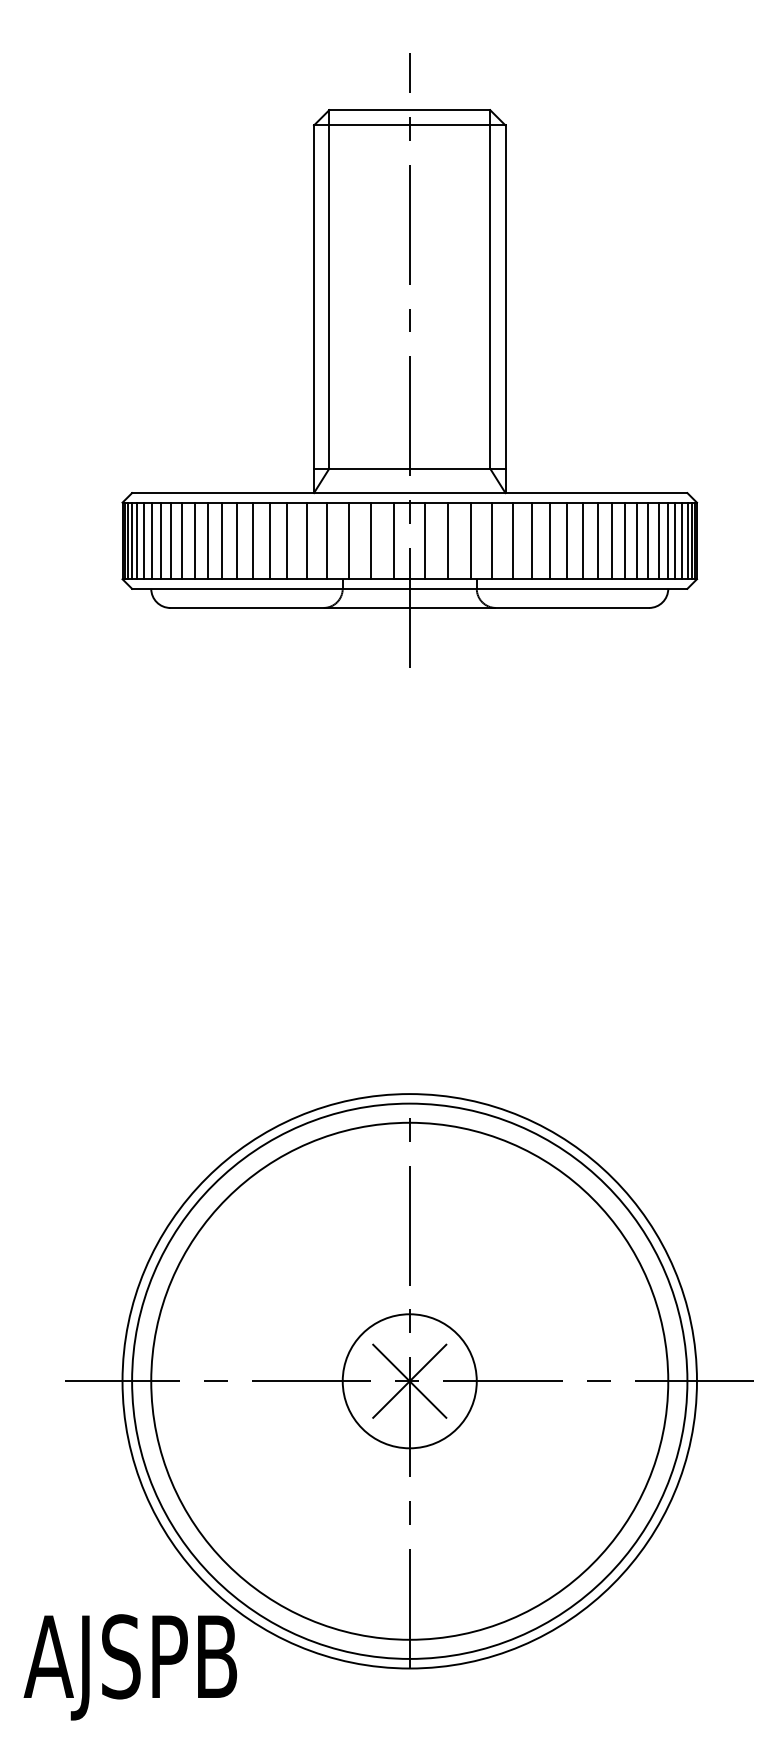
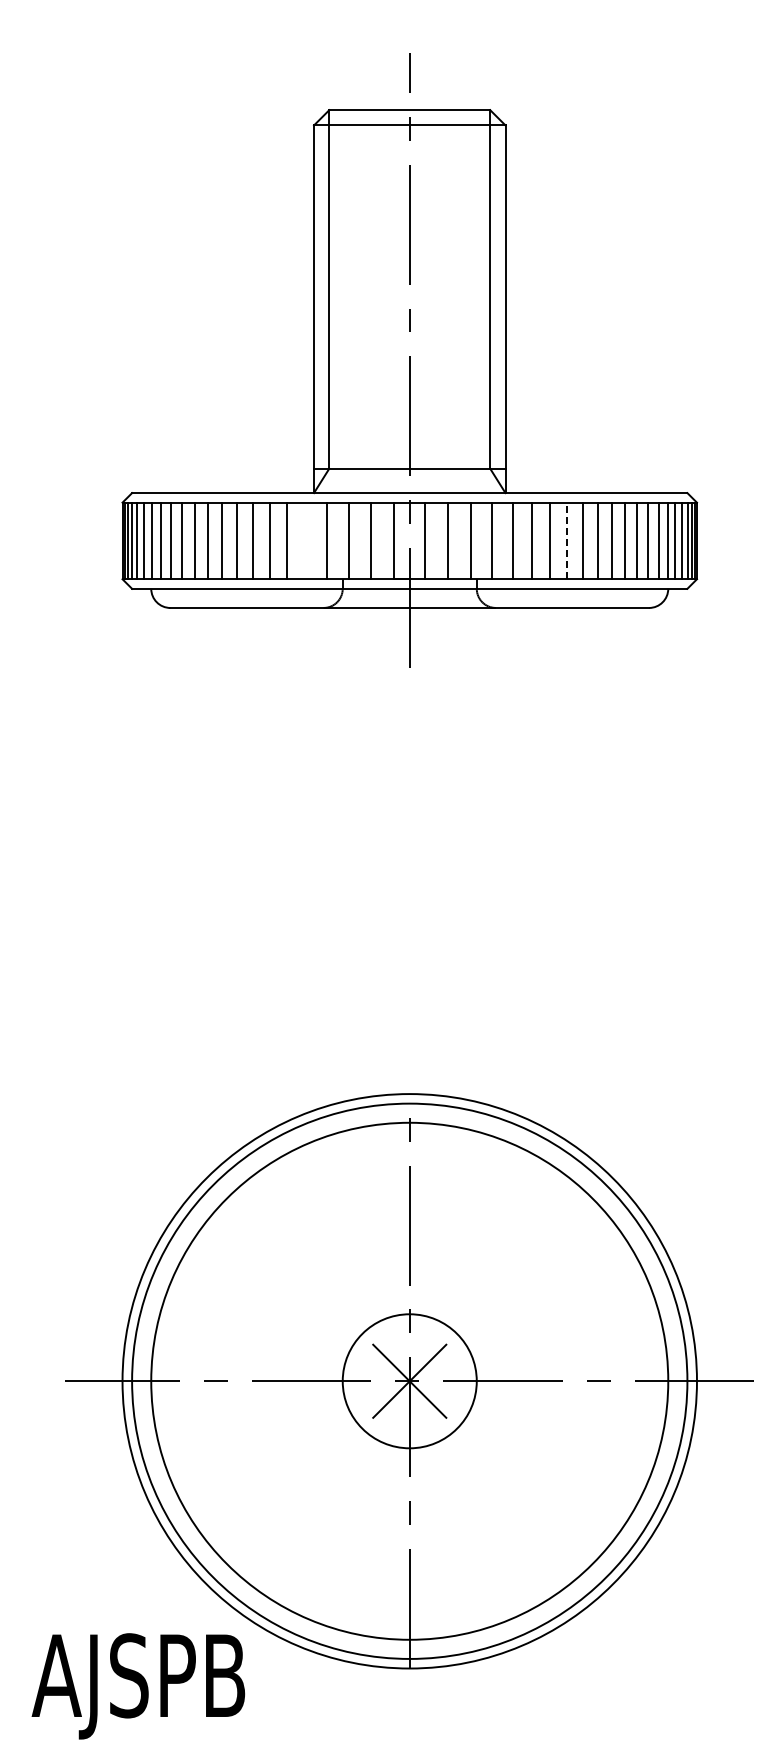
line at (306, 540): present -> none
line at (567, 540): solid -> dashed
text at (130, 1667) position: (130, 1667) -> (138, 1686)
